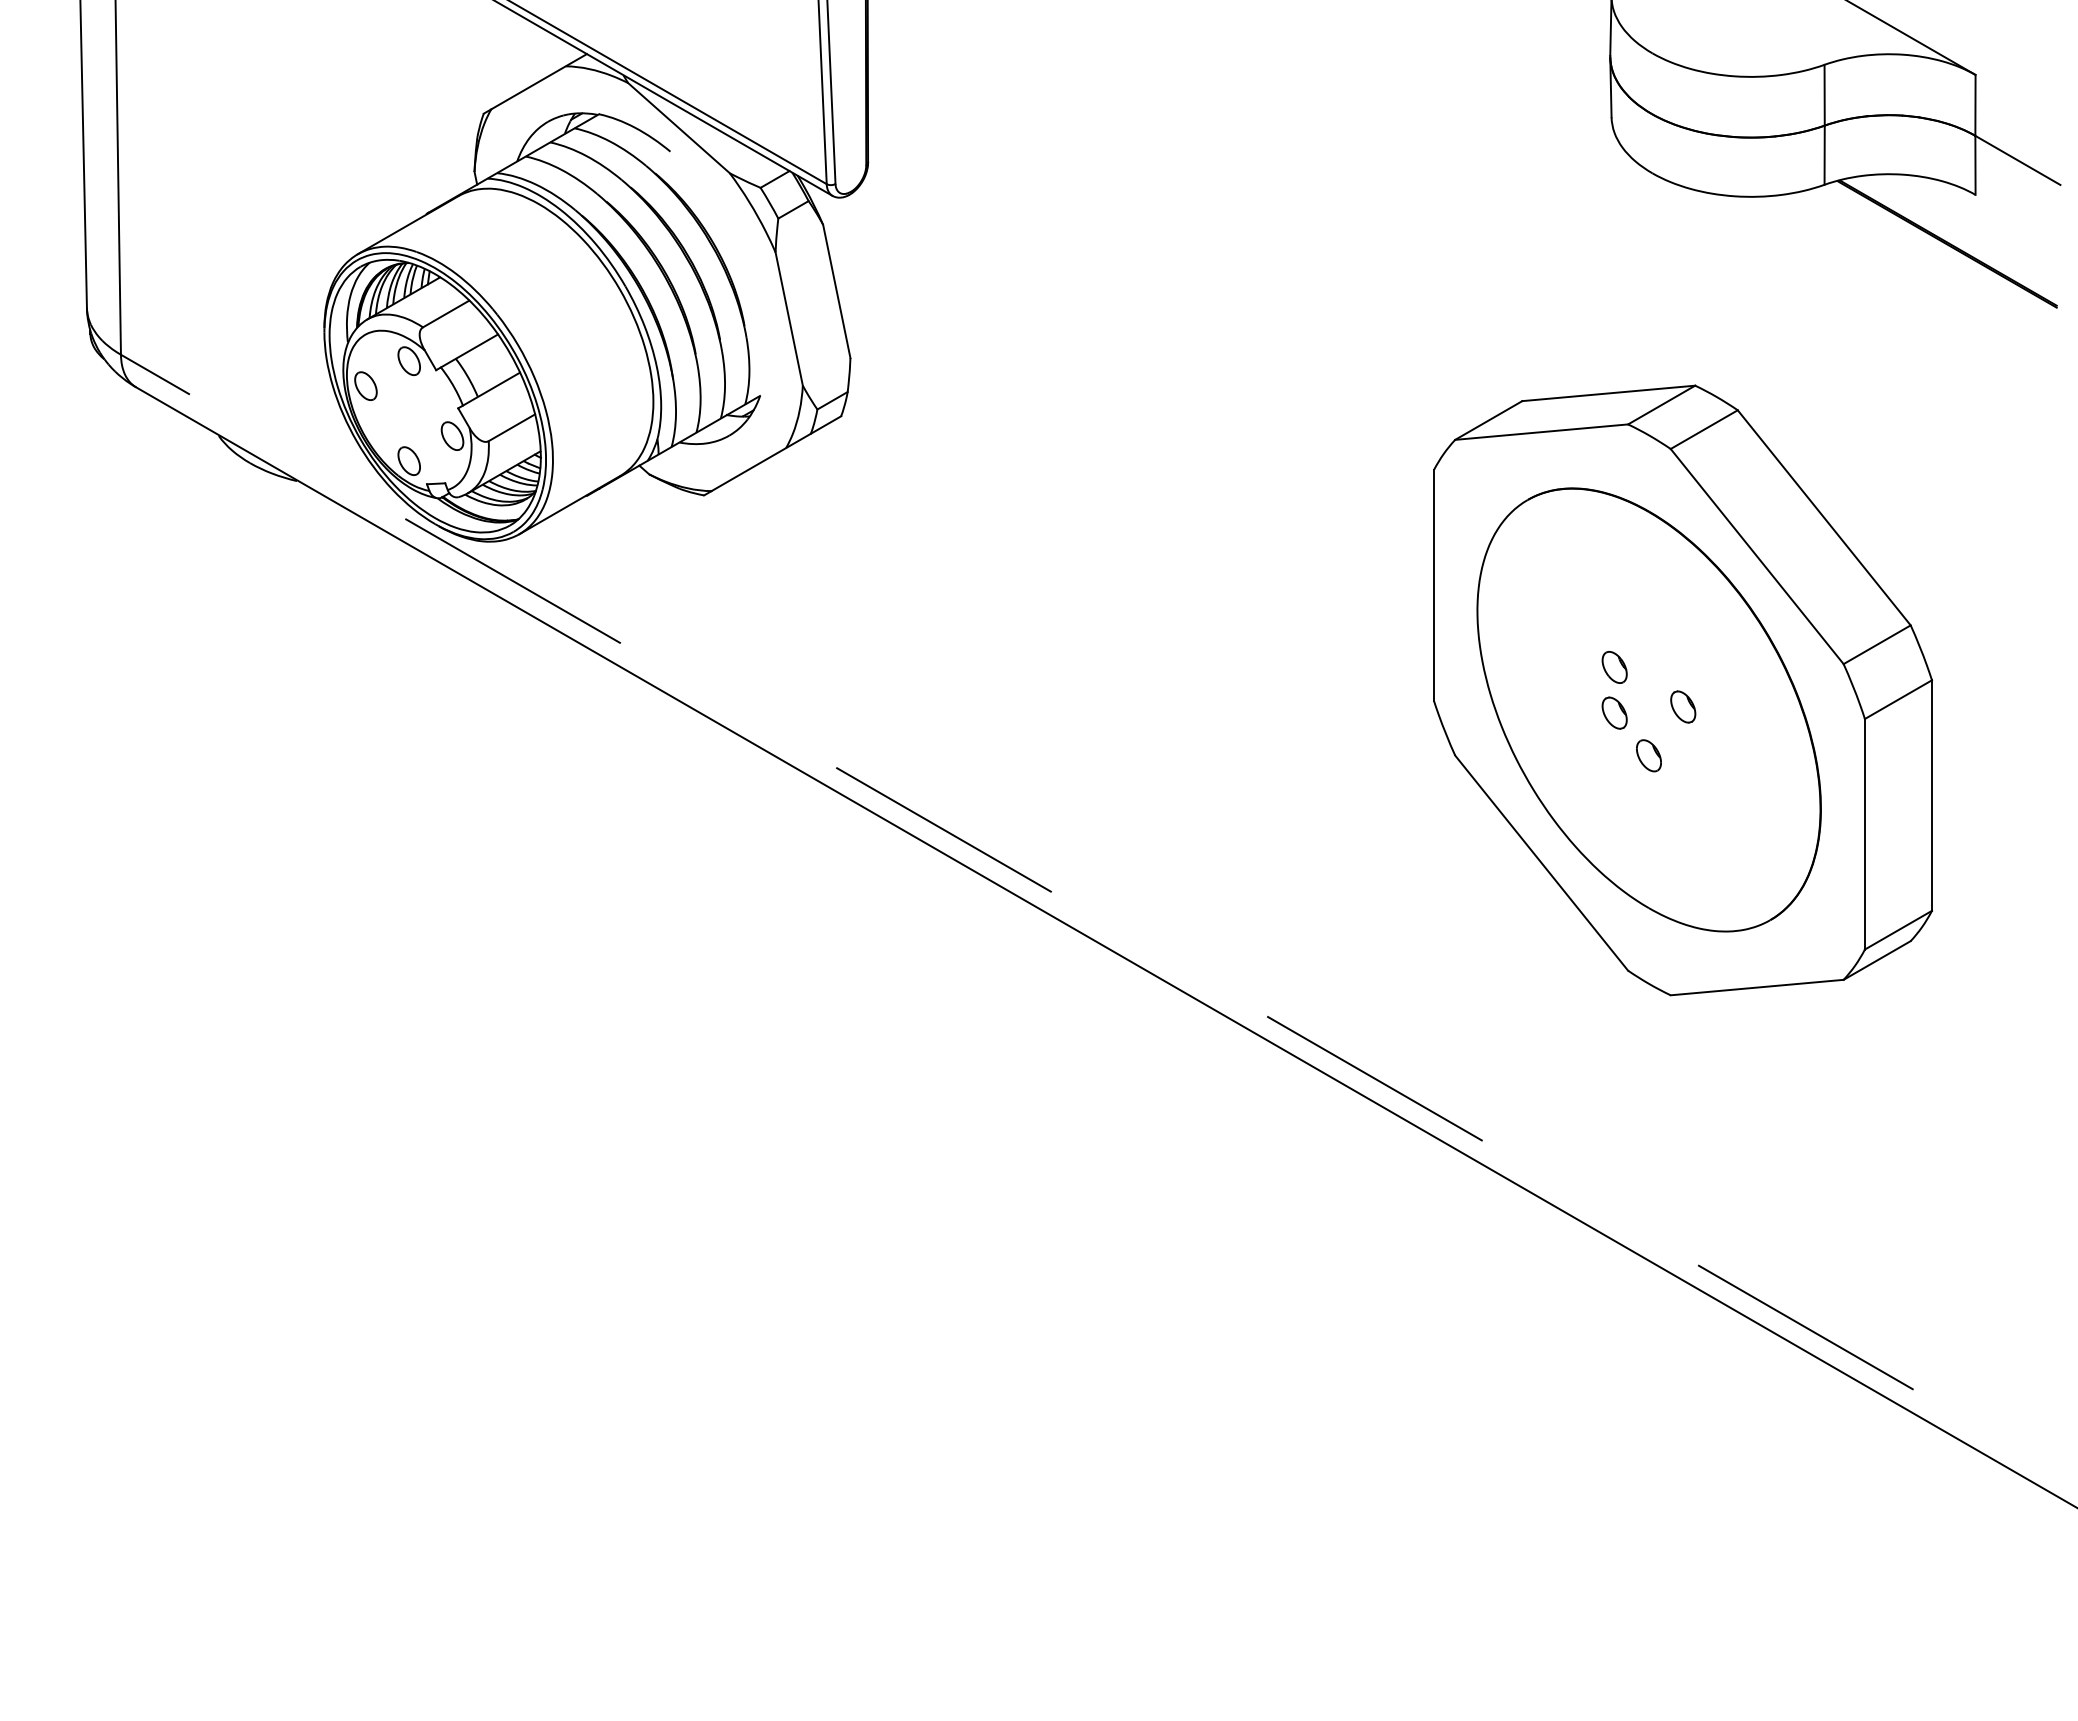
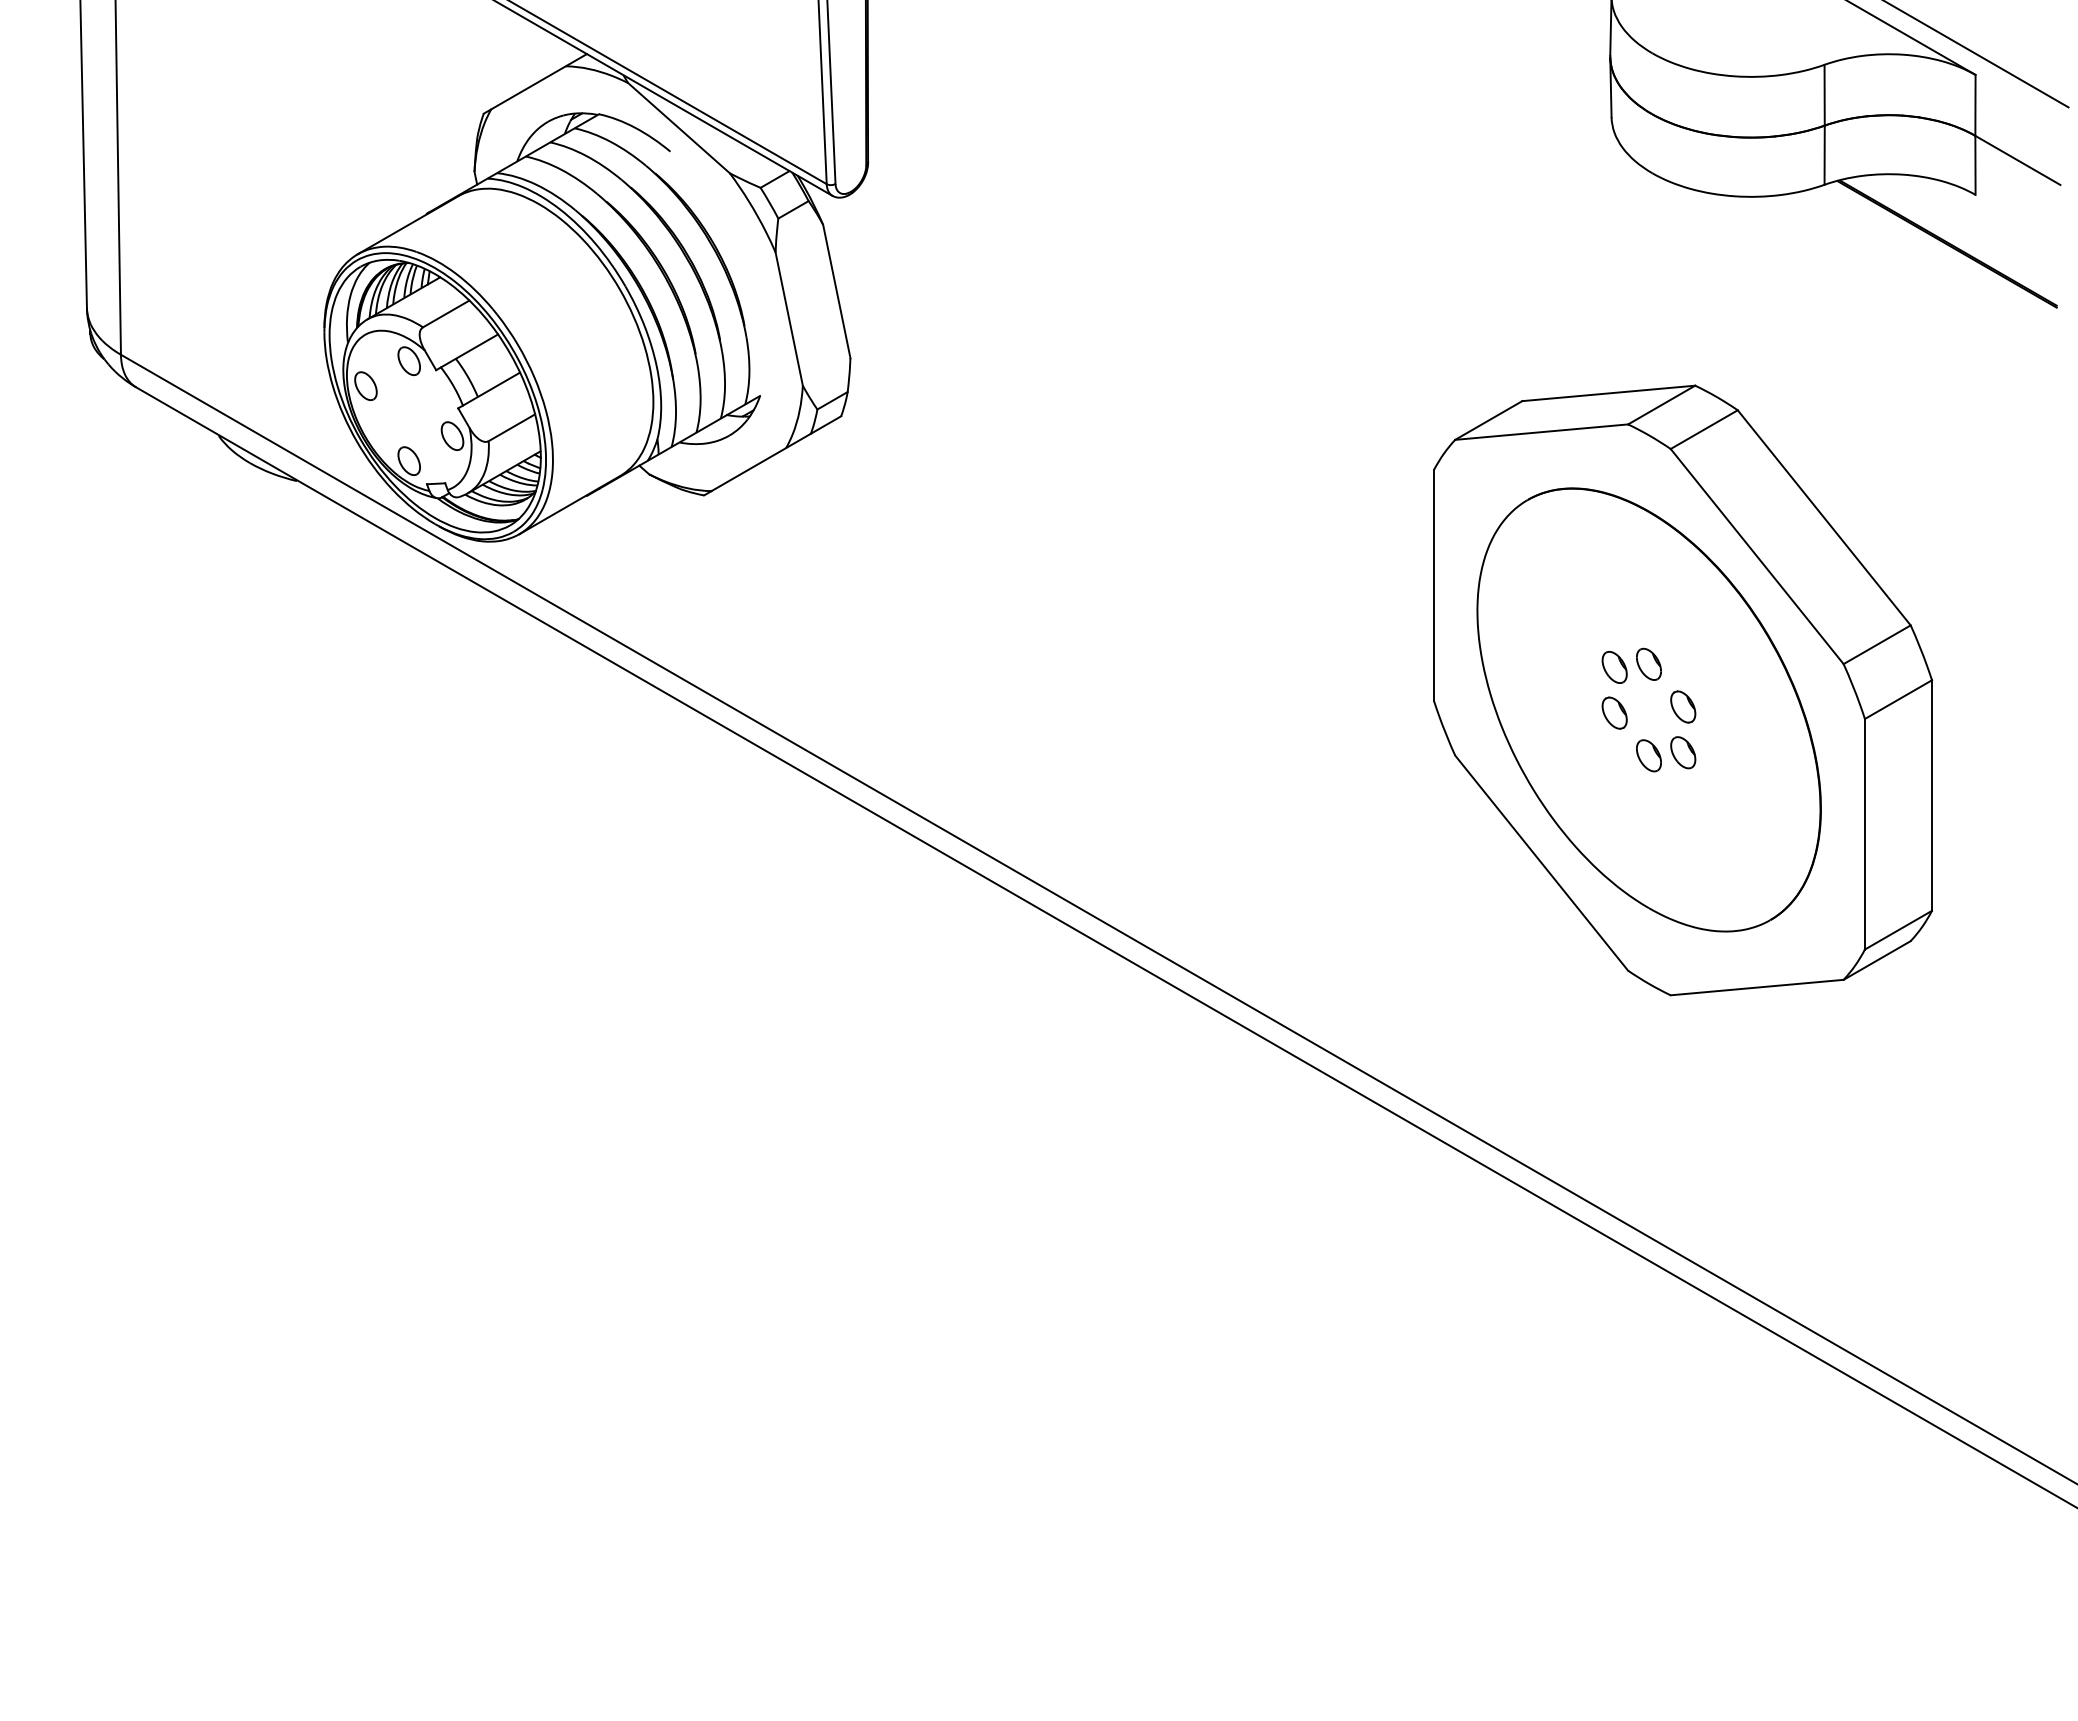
line at (1977, 54): none -> present
part at (1648, 663): none -> present
part at (1683, 752): none -> present
line at (1099, 919): dashed -> solid
